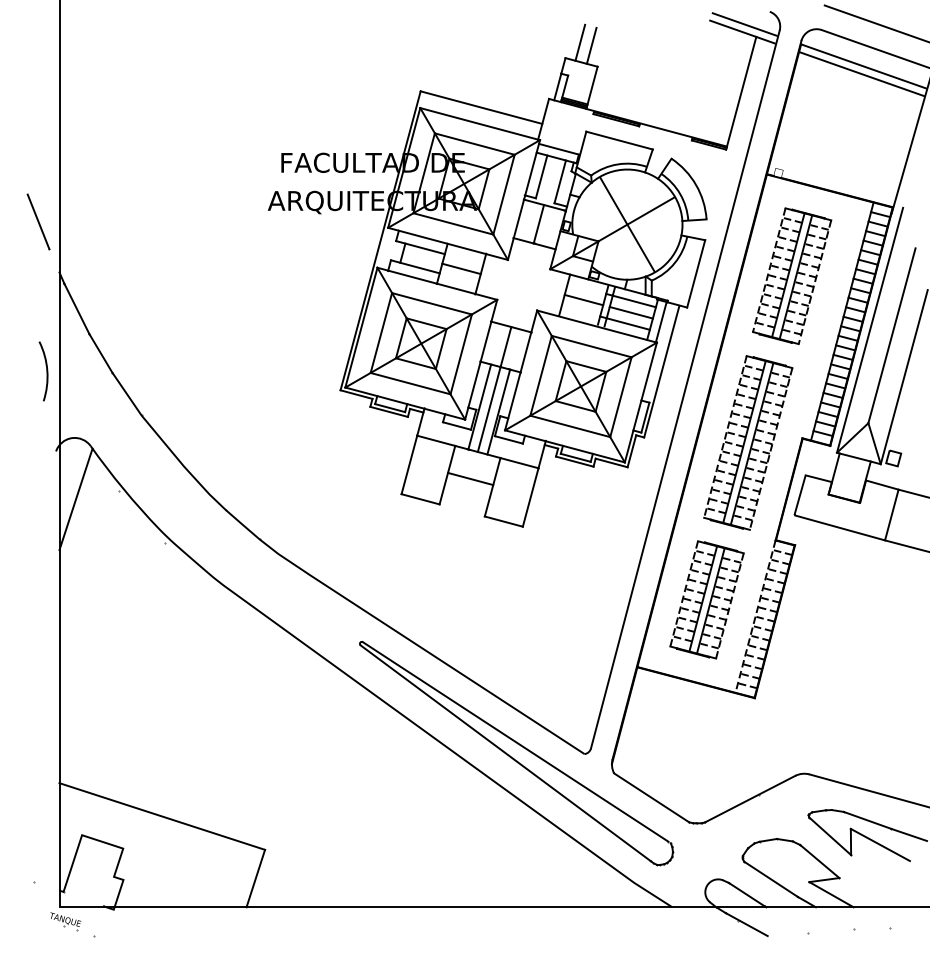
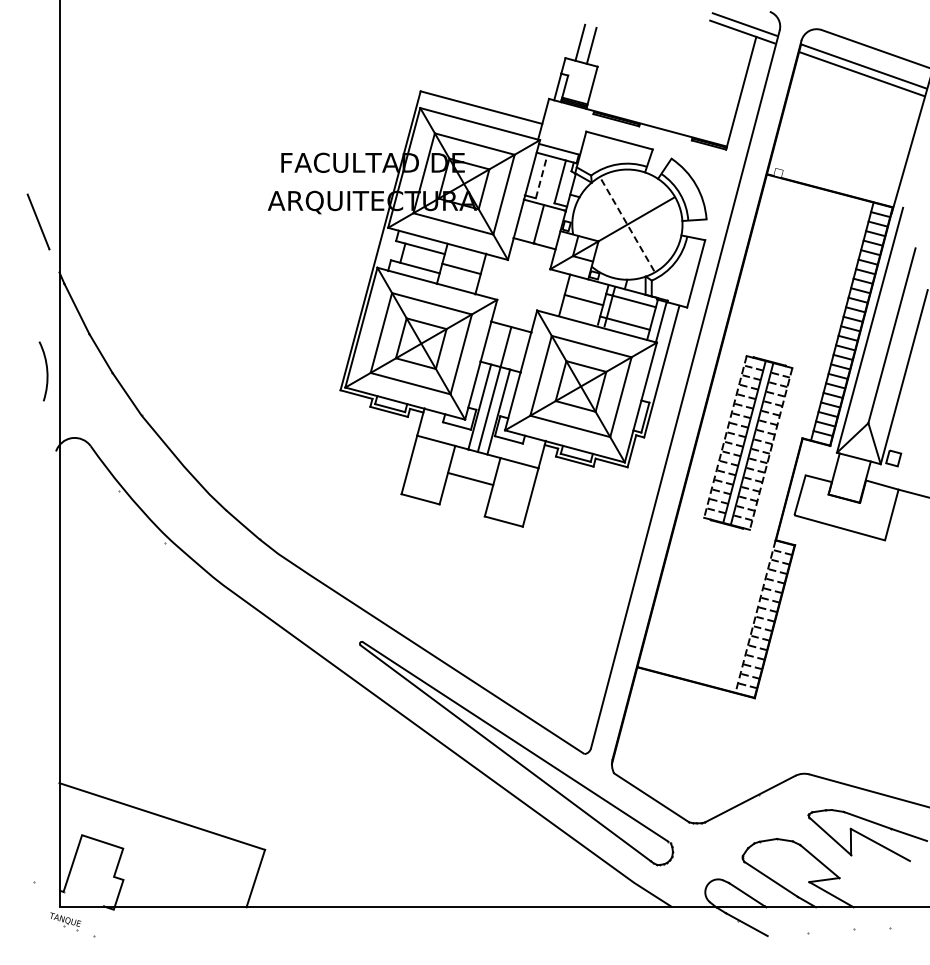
line at (875, 23): present -> none
line at (541, 176): solid -> dashed
line at (627, 223): solid -> dashed
part at (792, 275): present -> none
line at (630, 312): present -> none
line at (75, 499): present -> none
line at (905, 545): present -> none
part at (706, 599): present -> none
